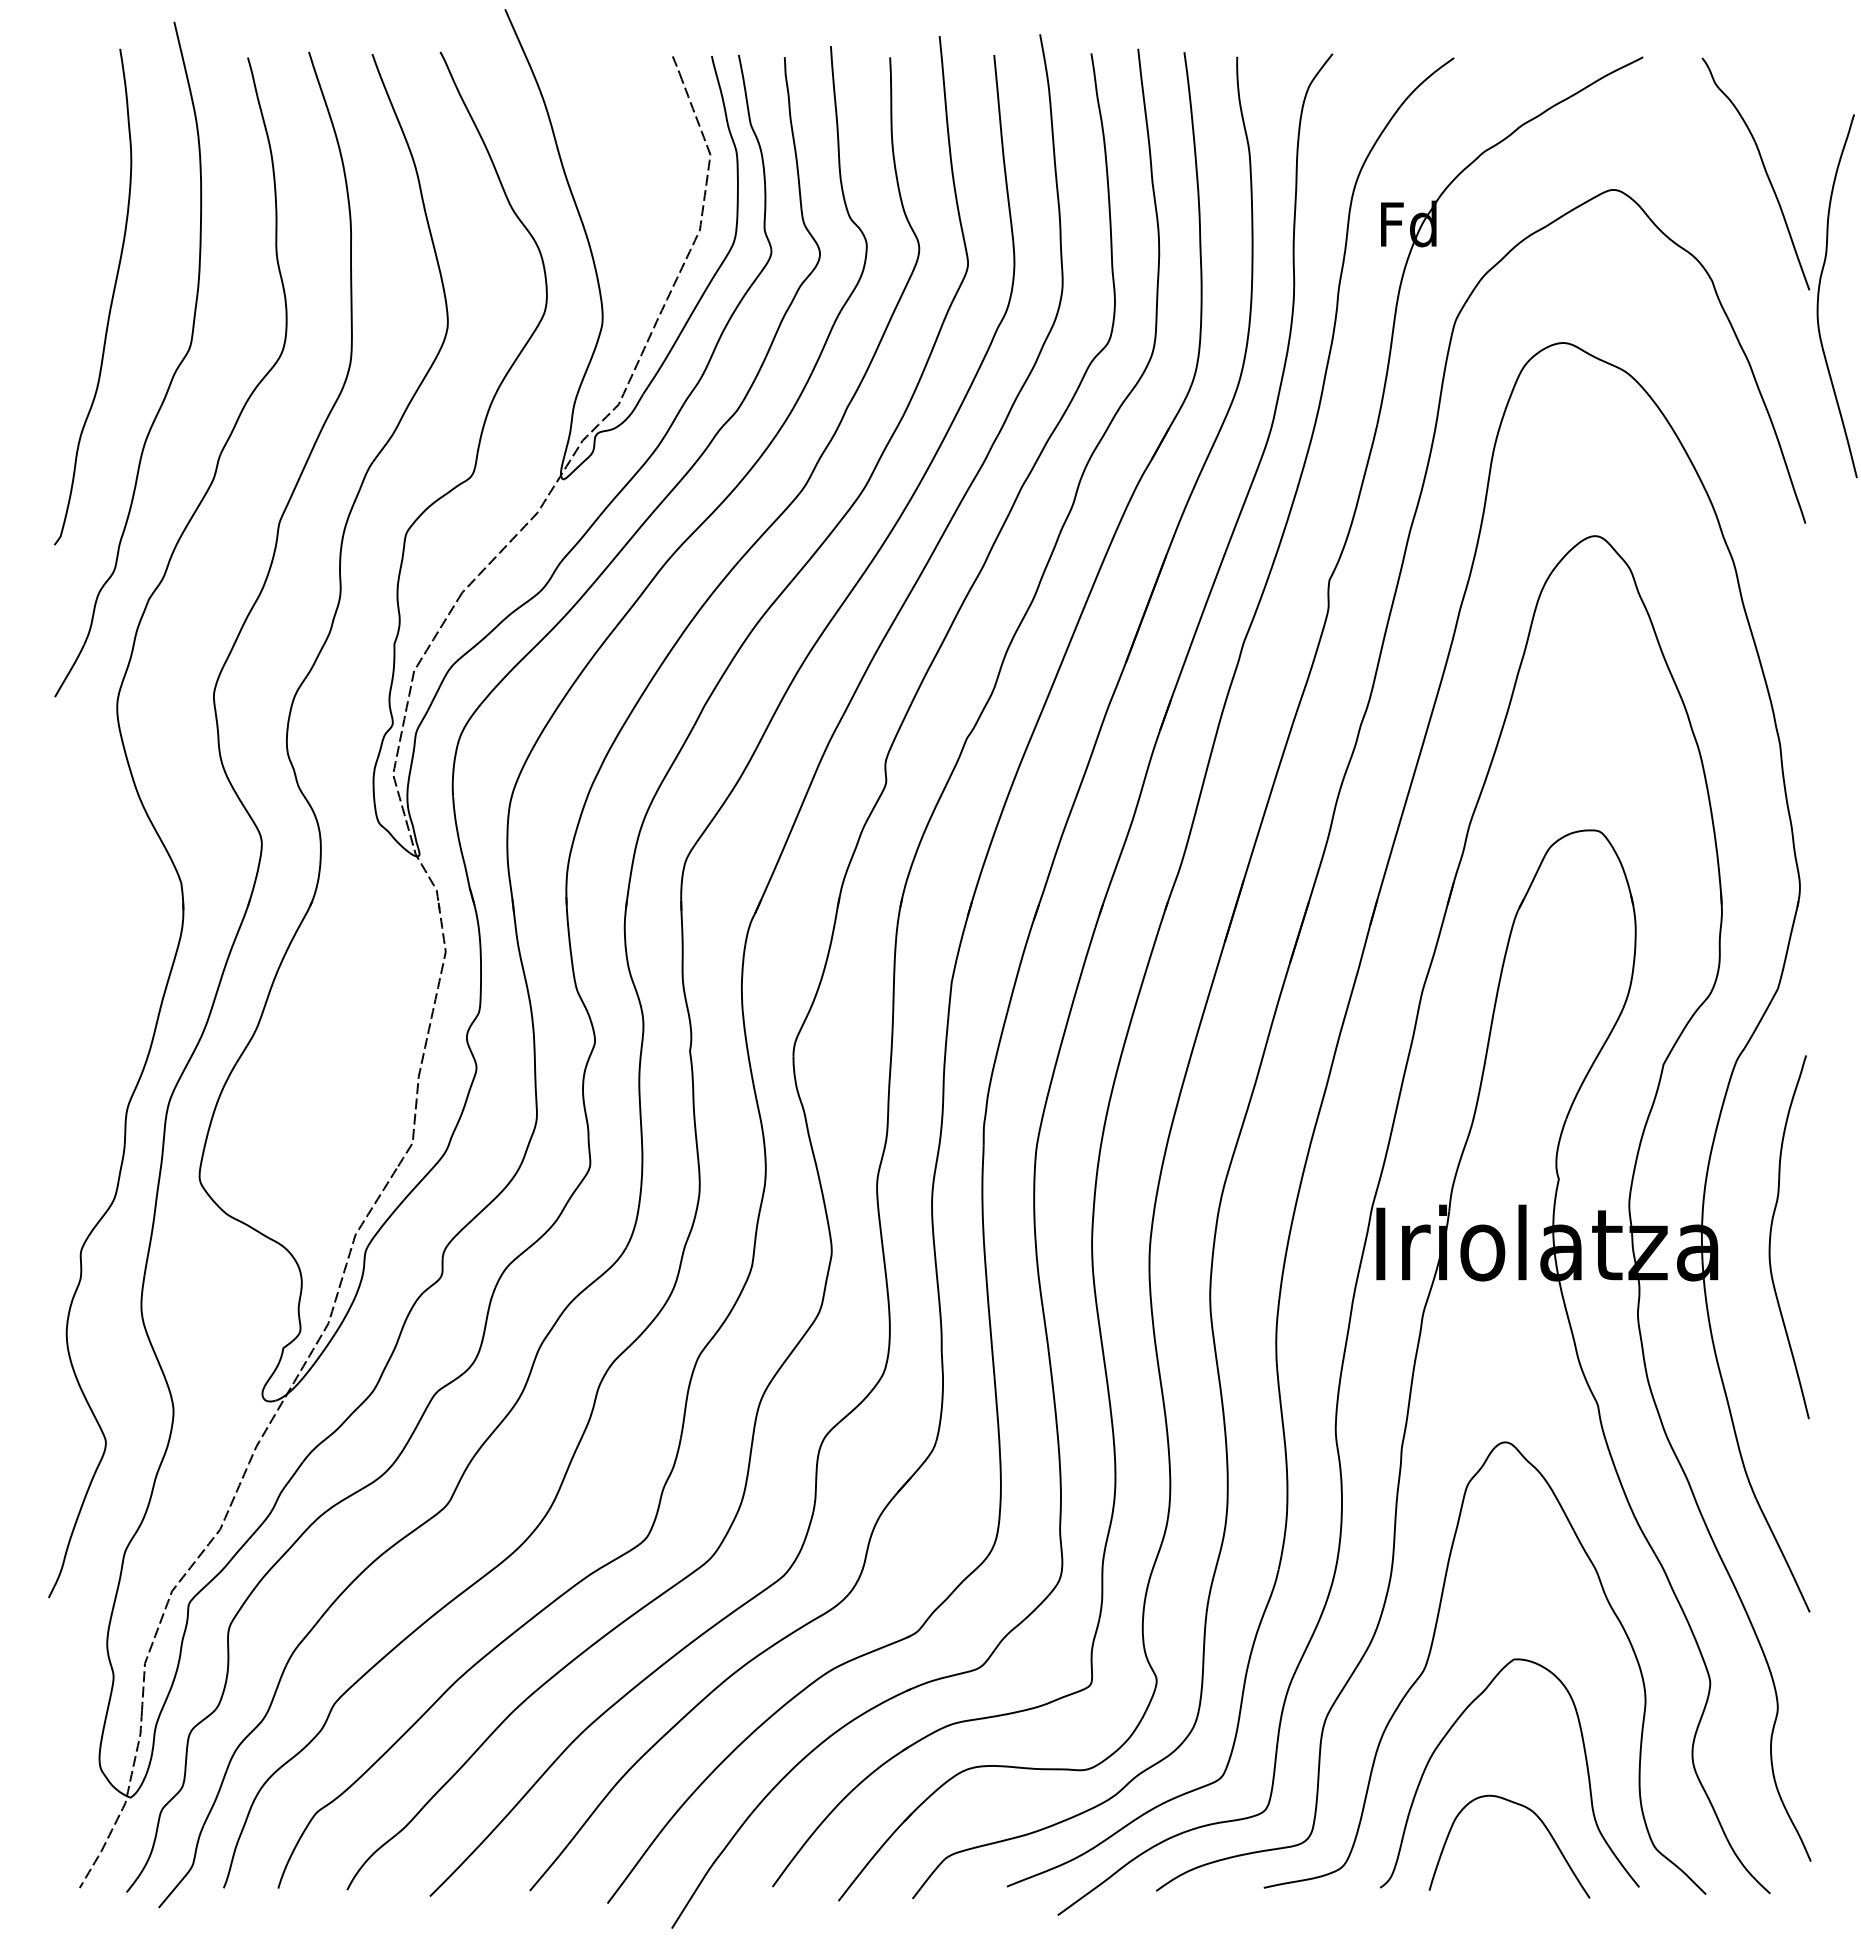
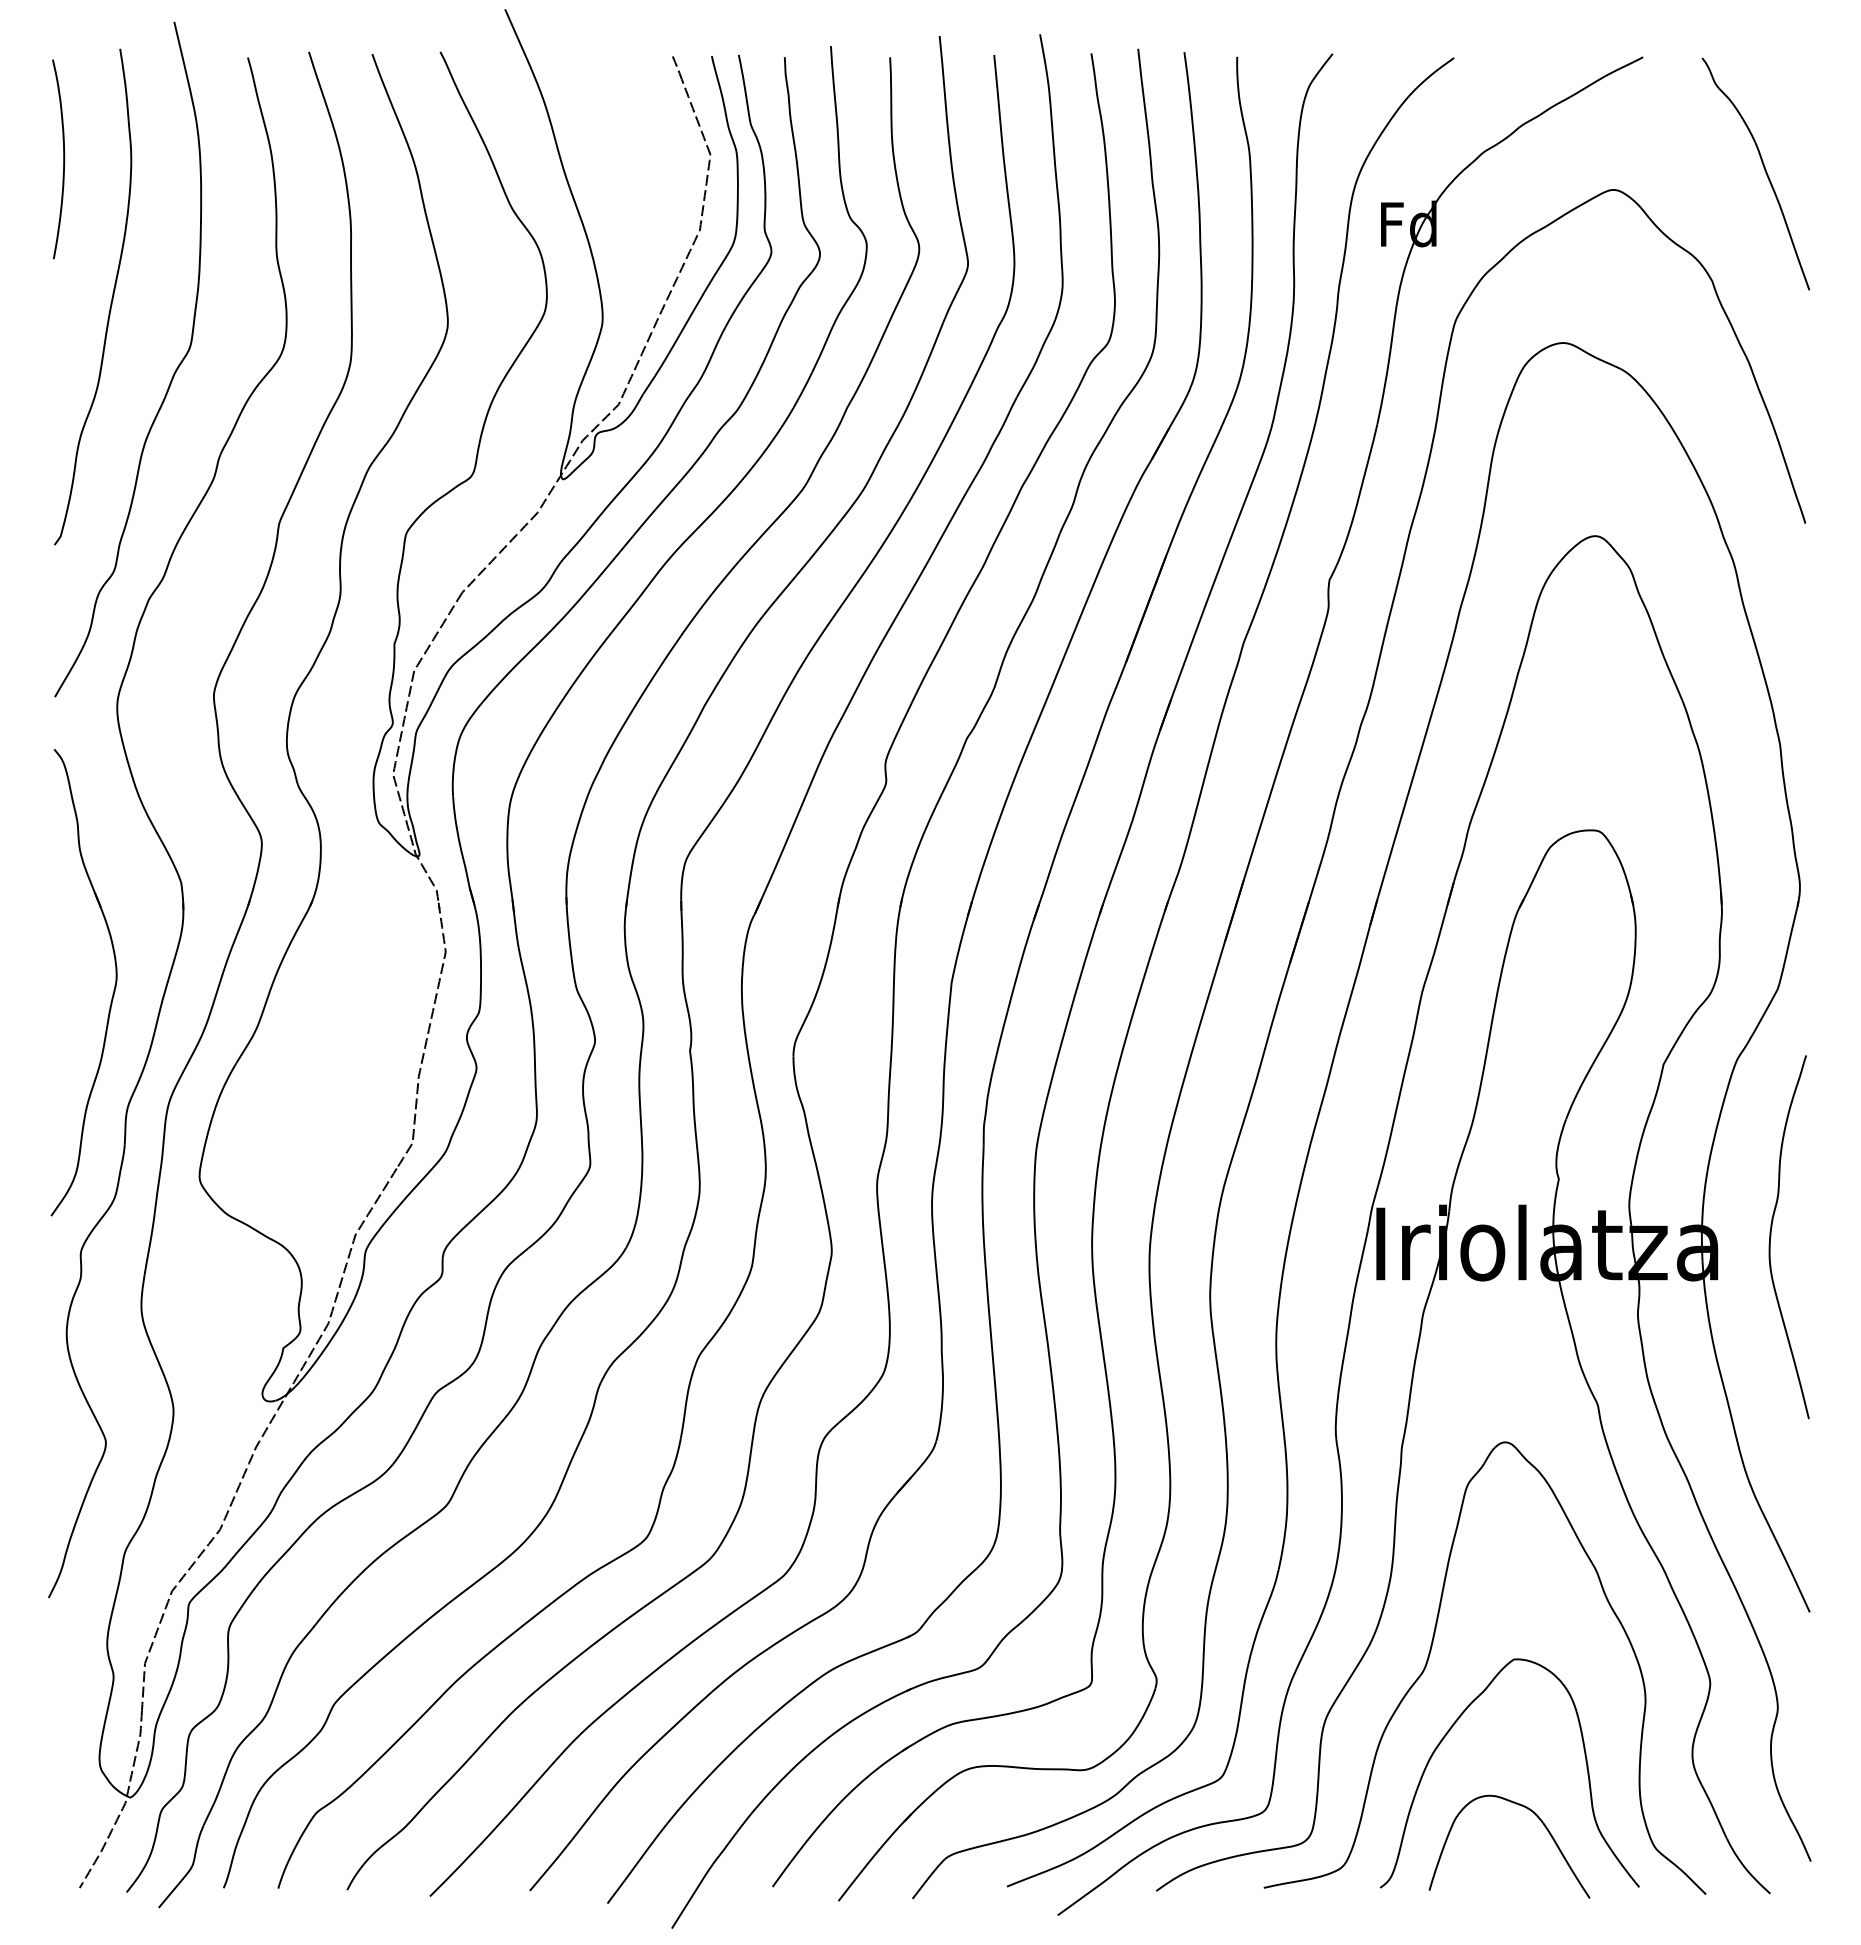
curve at (63, 159): none -> present
curve at (1819, 296): present -> none
part at (113, 989): none -> present
